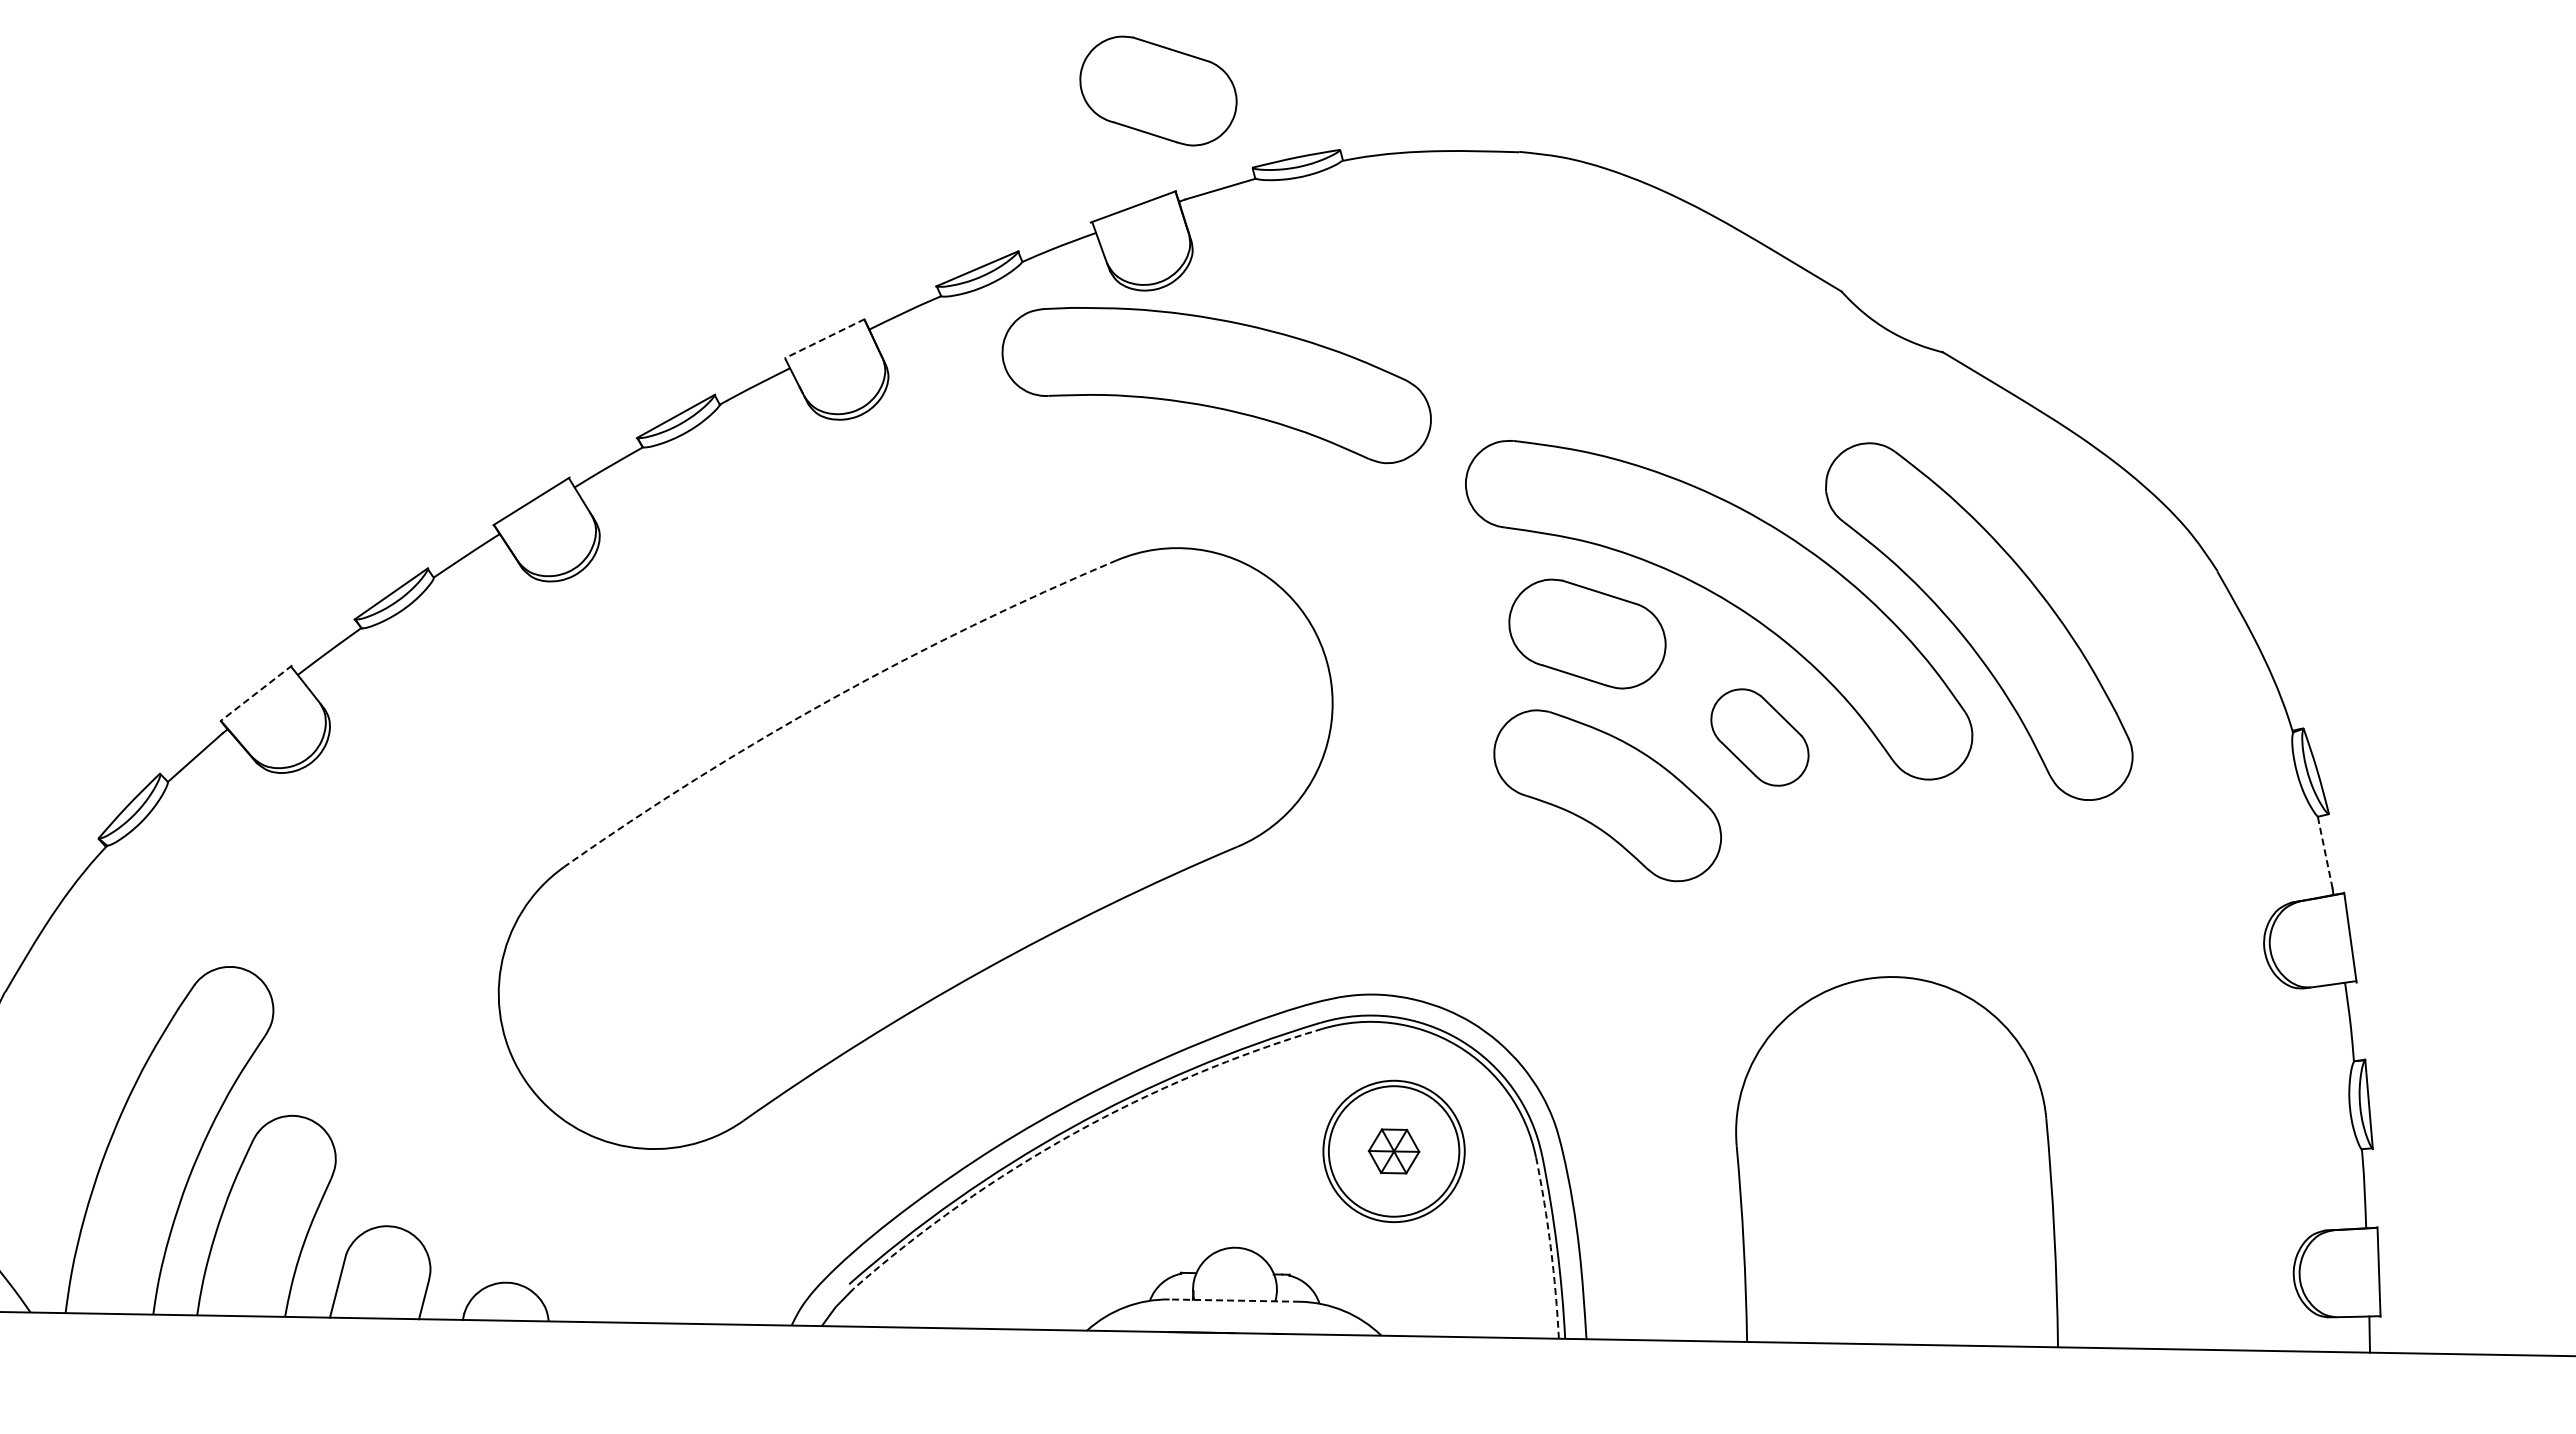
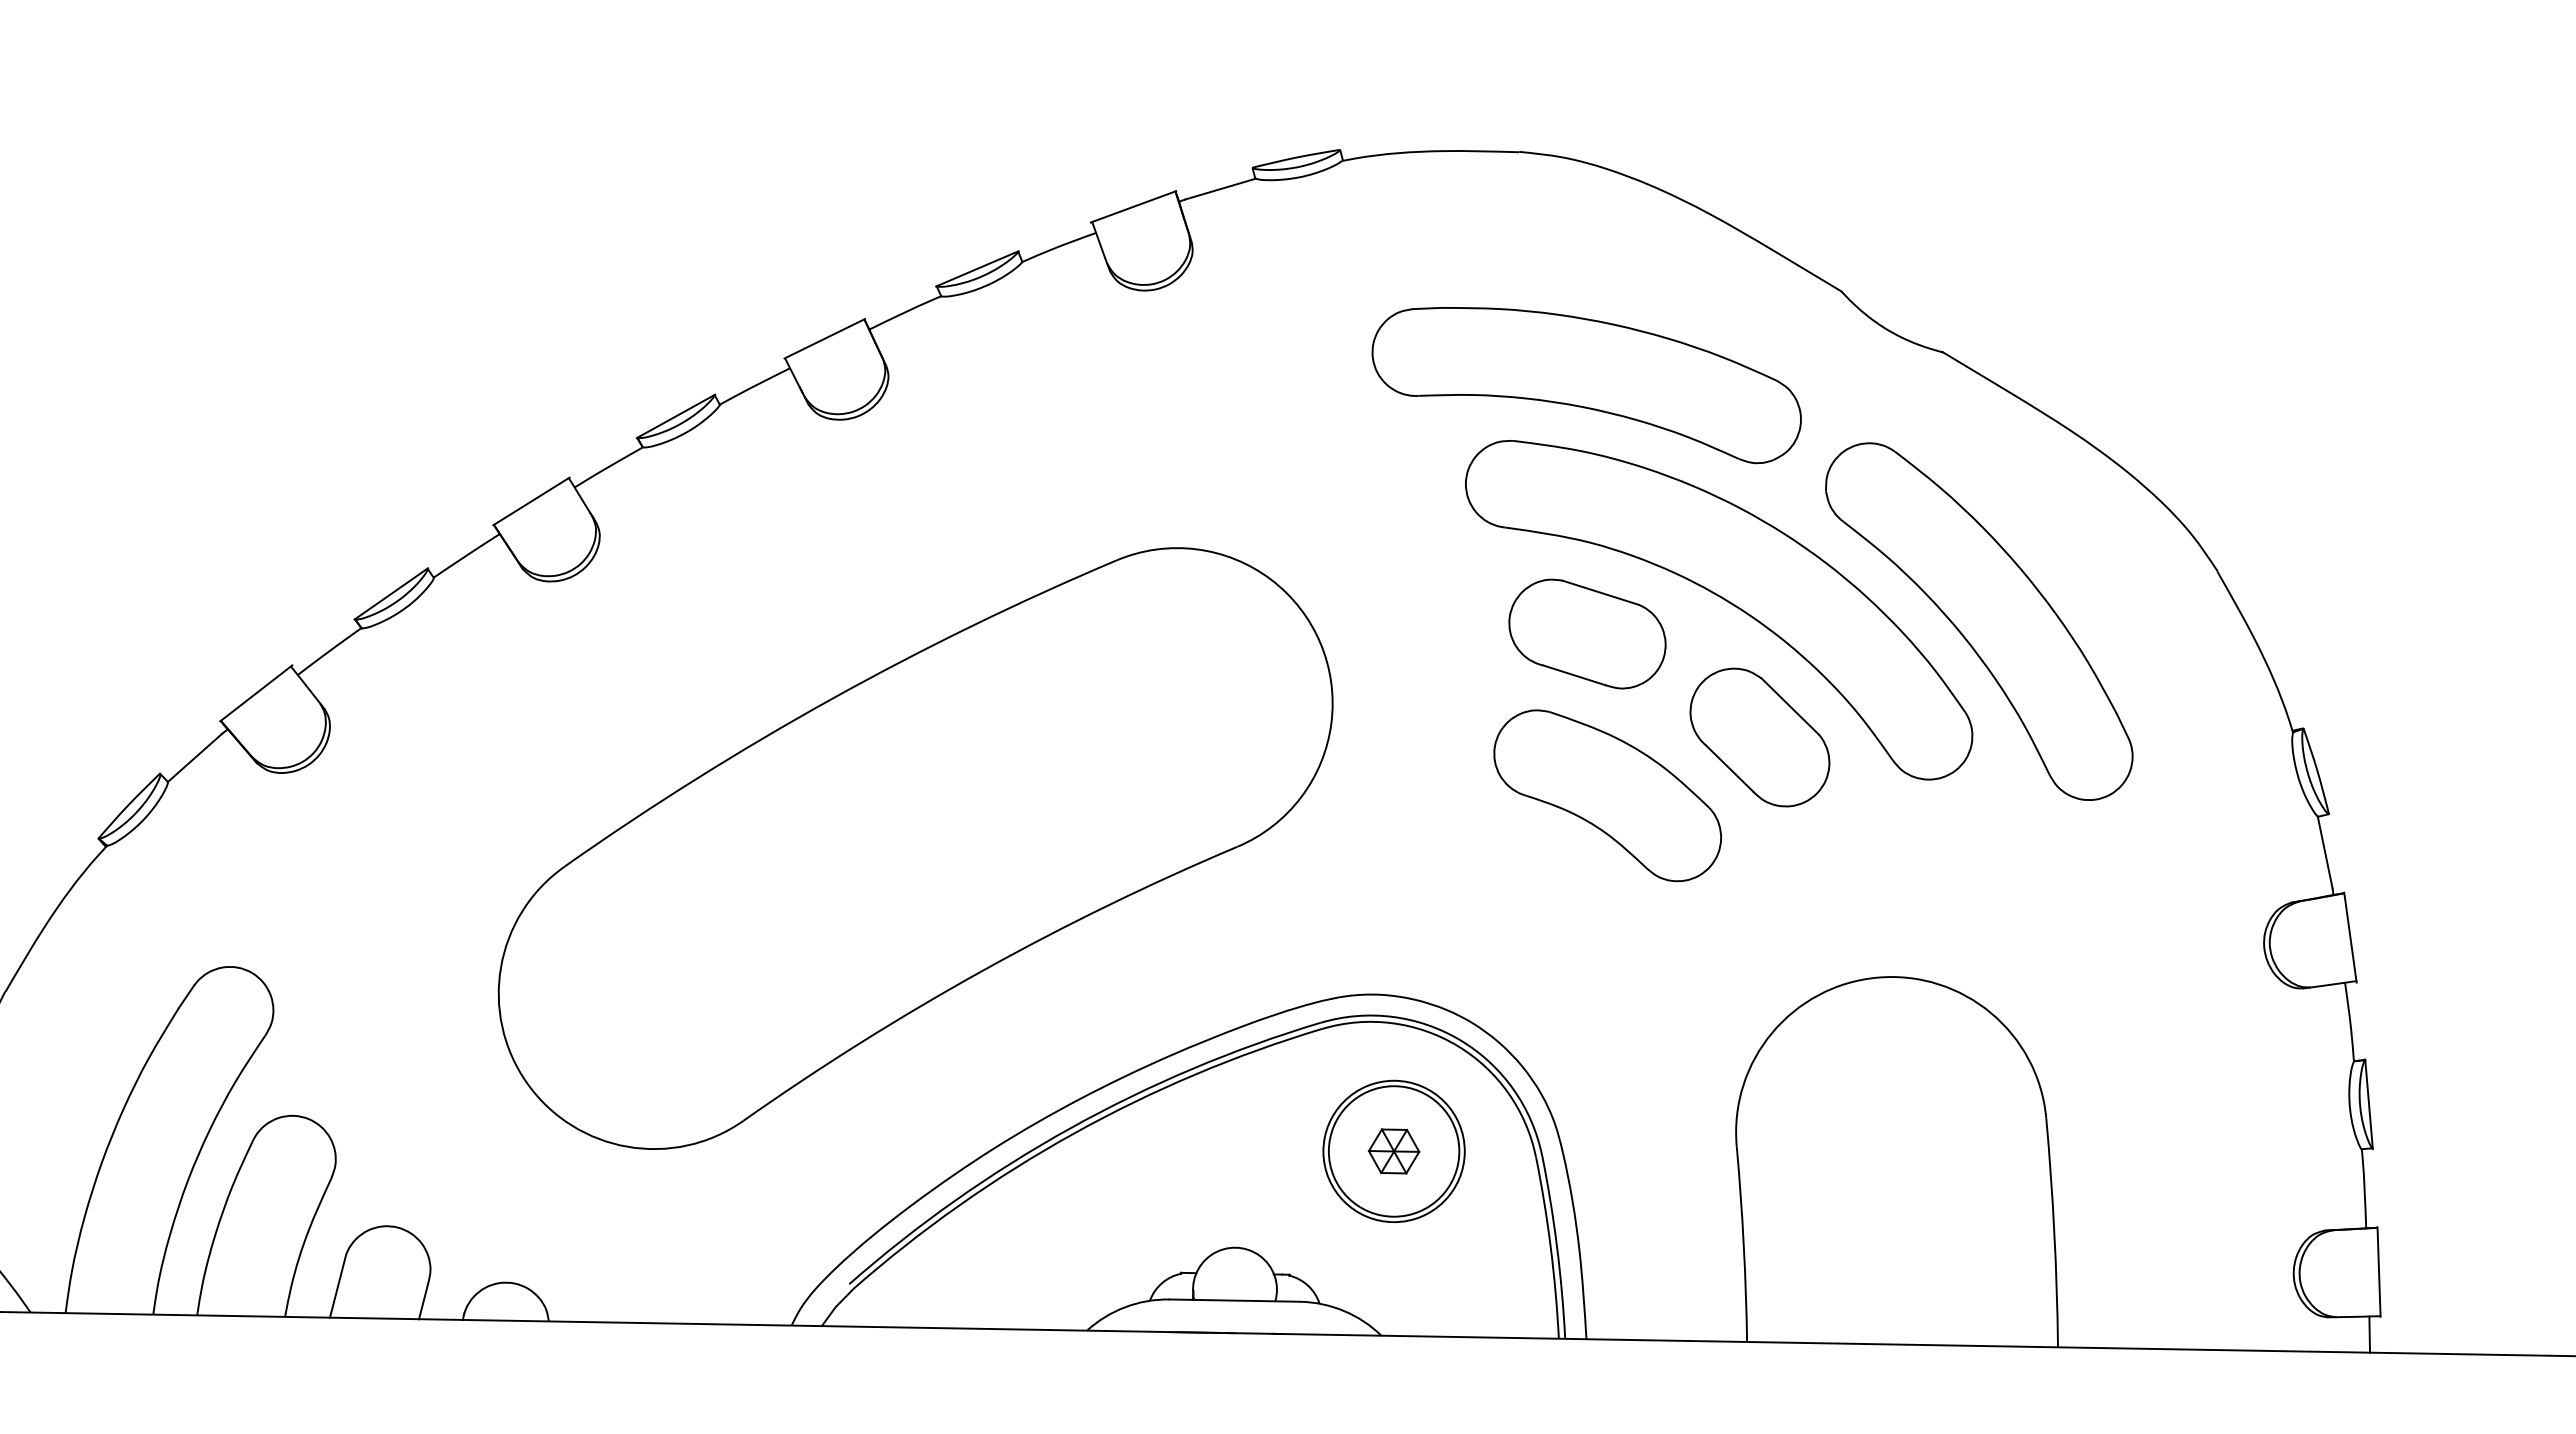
part at (1158, 90): present -> none
line at (824, 338): dashed -> solid
part at (1216, 385) position: (1216, 385) -> (1586, 385)
line at (256, 693): dashed -> solid
arc at (832, 698): dashed -> solid
part at (1759, 737) size: 100x99 px -> 142x141 px
line at (2325, 852): dashed -> solid
arc at (1073, 1133): dashed -> solid
arc at (1550, 1247): dashed -> solid
line at (1234, 1300): dashed -> solid
